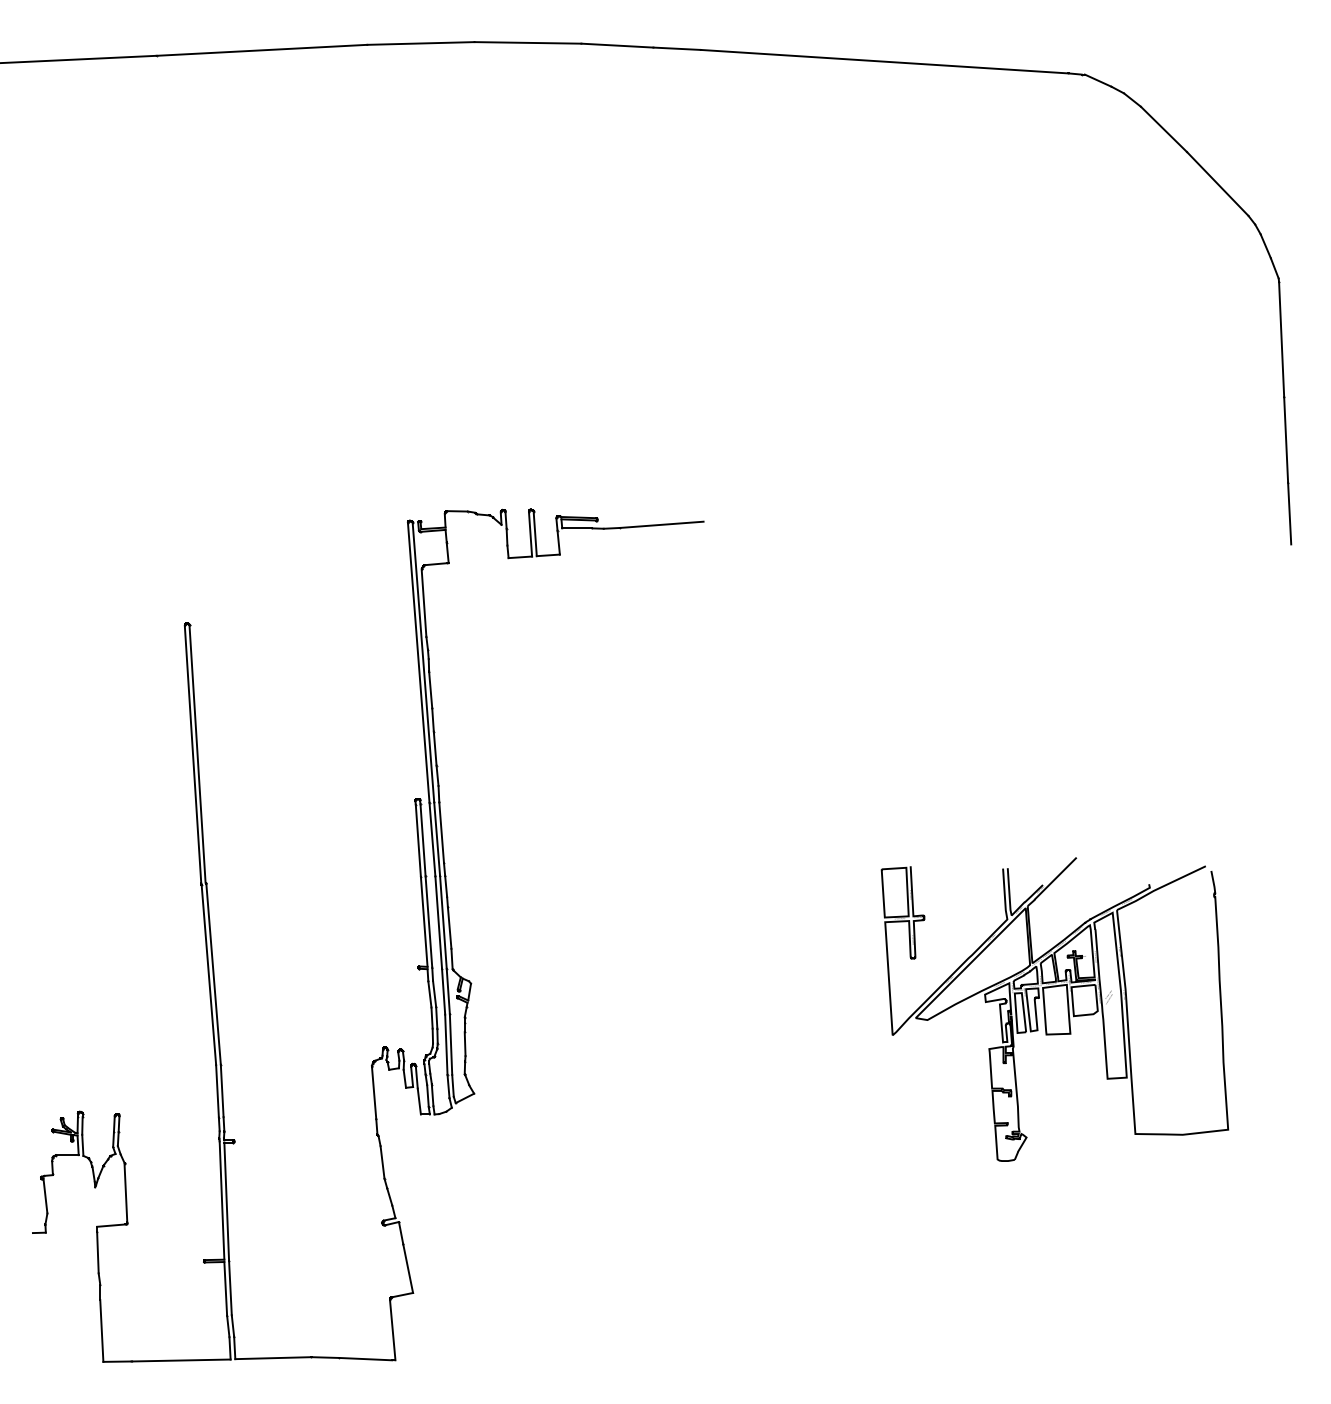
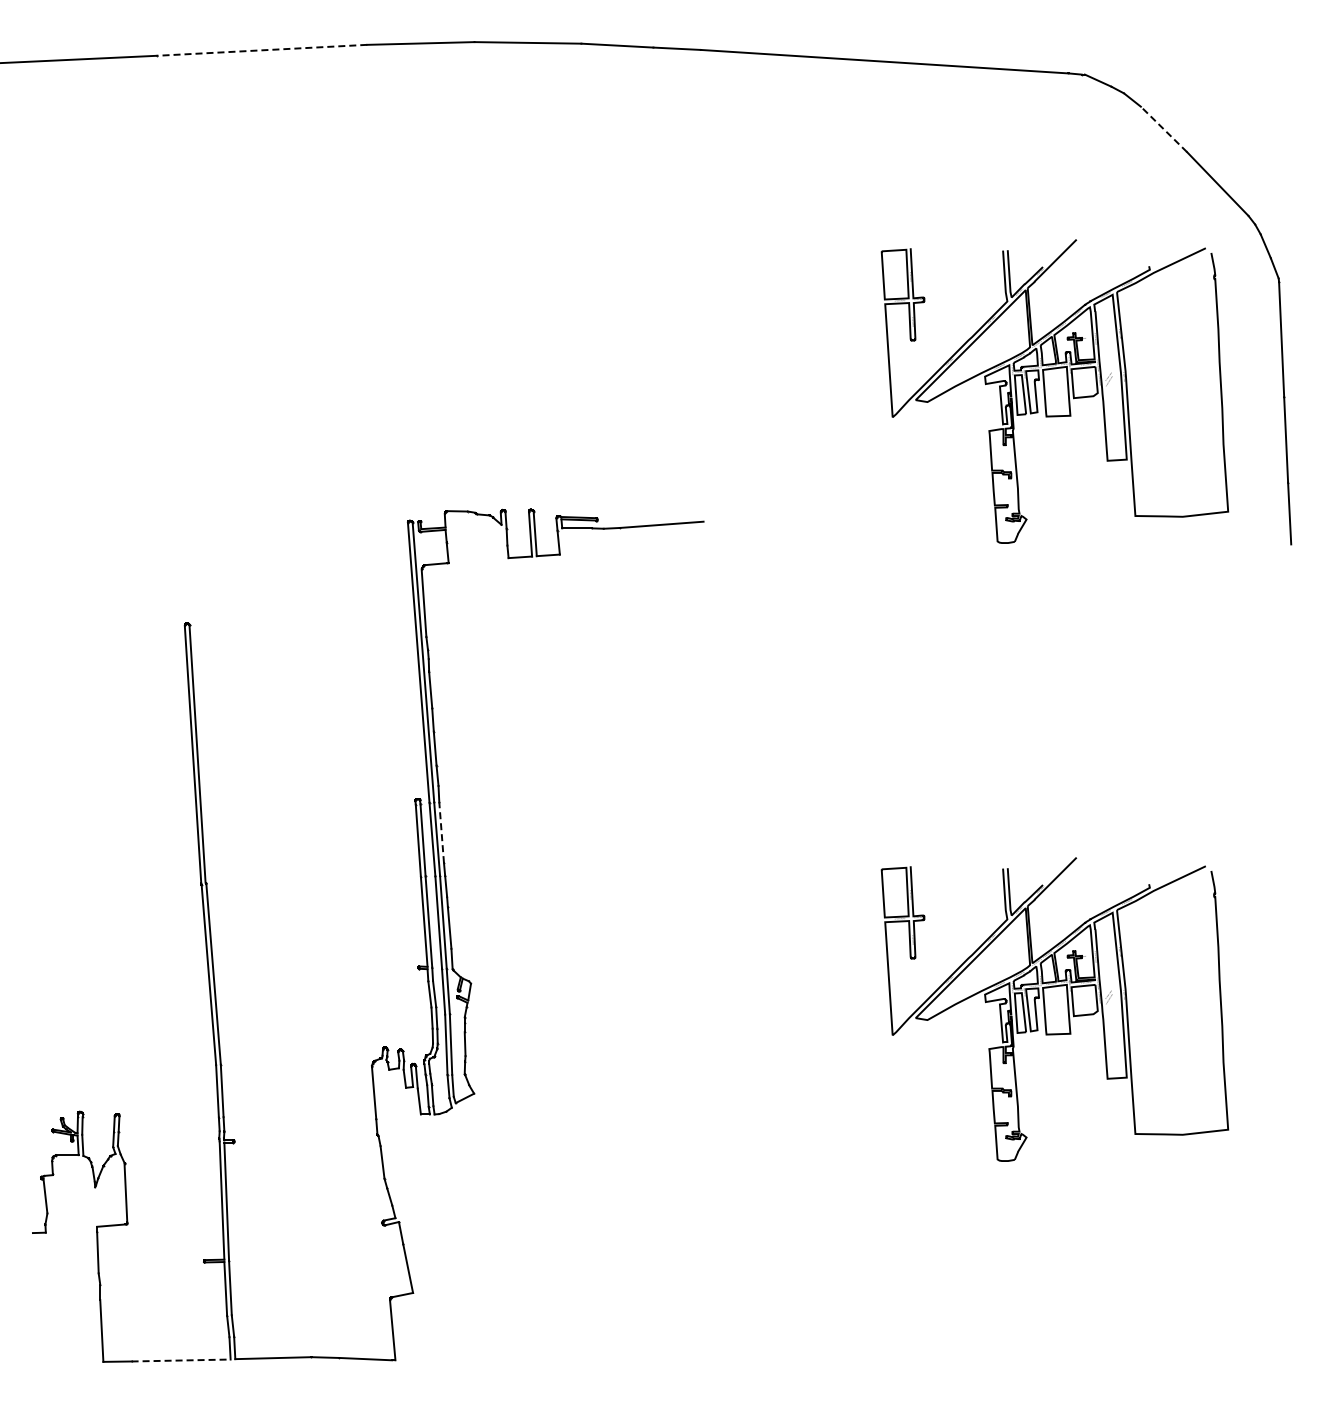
line at (261, 50): solid -> dashed
line at (1163, 129): solid -> dashed
part at (1054, 391): none -> present
line at (441, 832): solid -> dashed
line at (181, 1360): solid -> dashed
